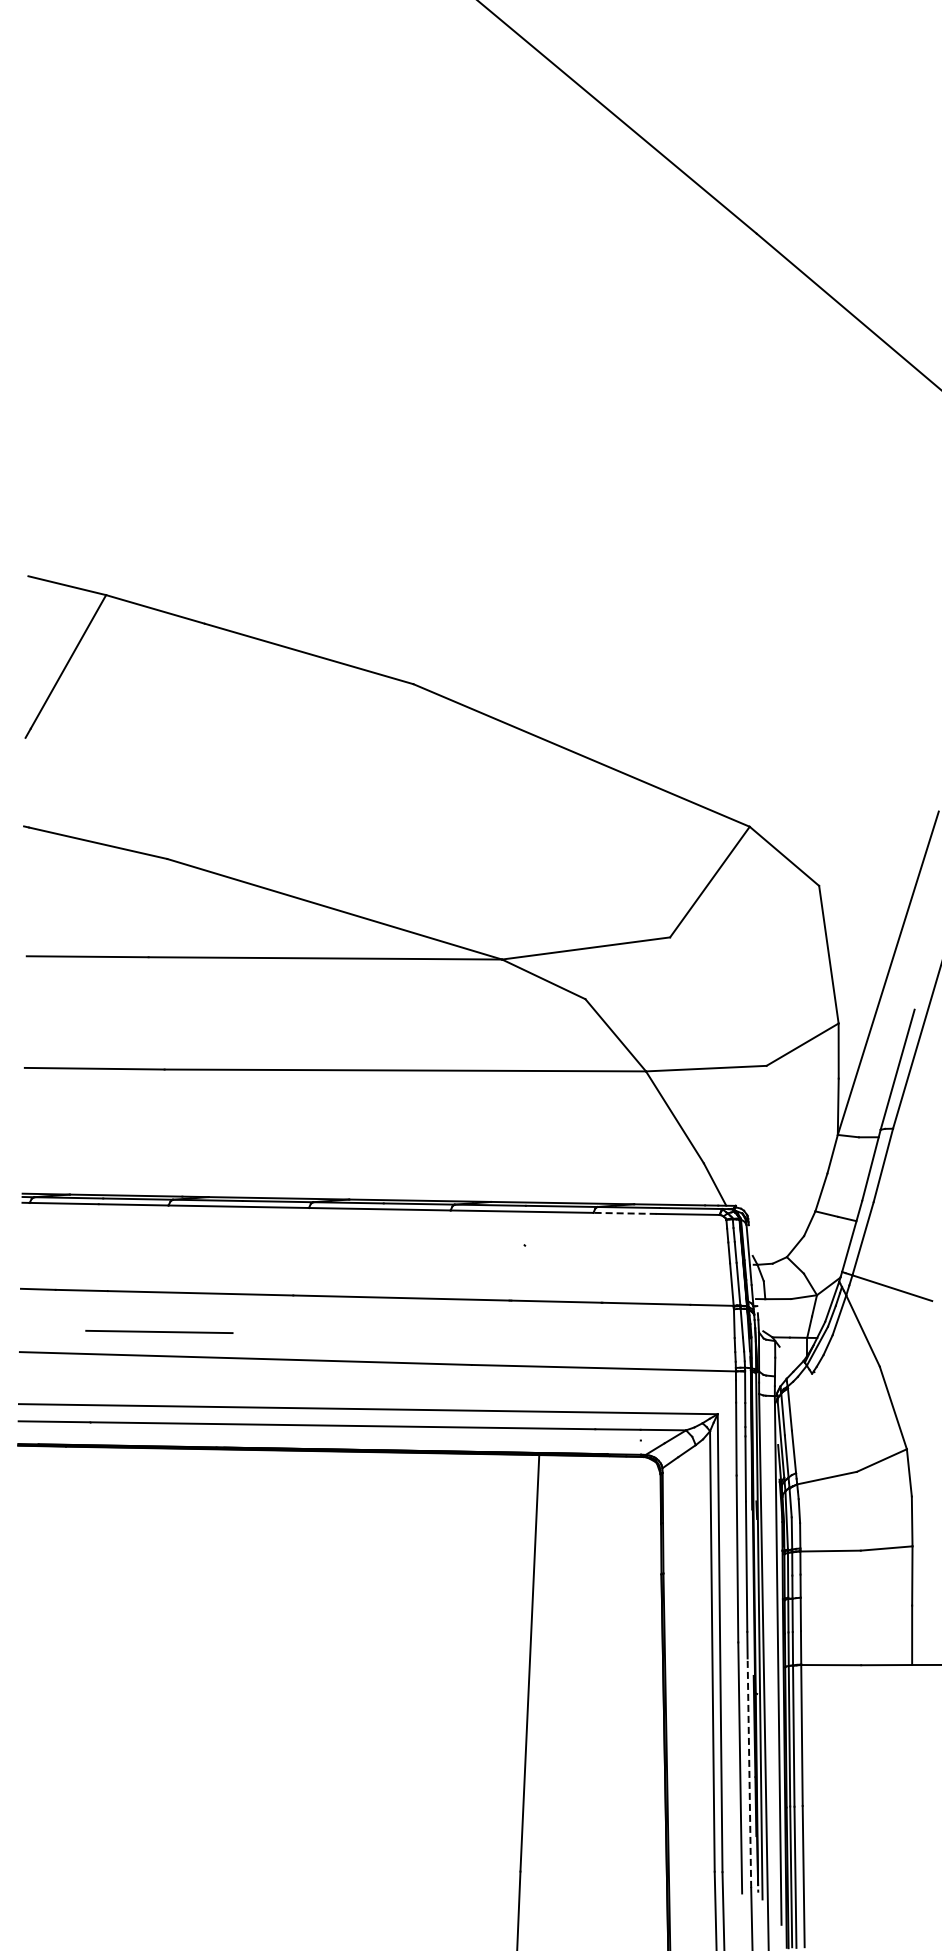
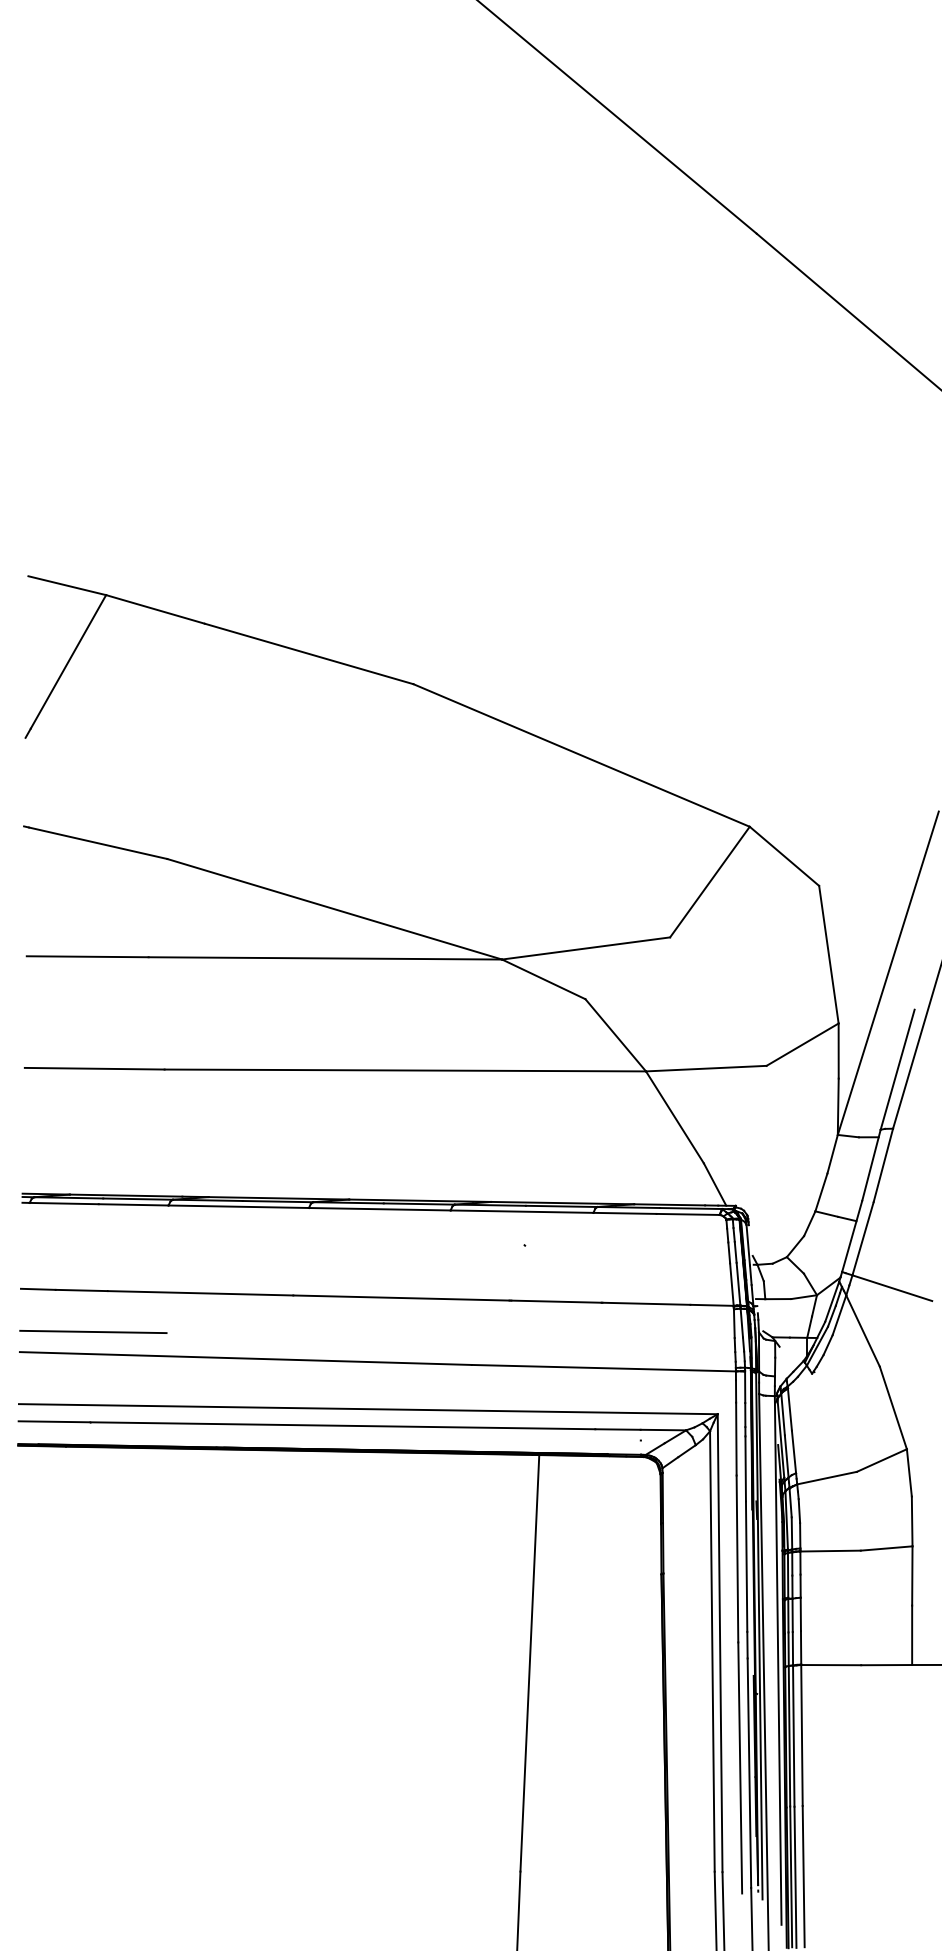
line at (625, 1213): dashed -> solid
line at (159, 1331) position: (159, 1331) -> (93, 1331)
line at (749, 1773): dashed -> solid
